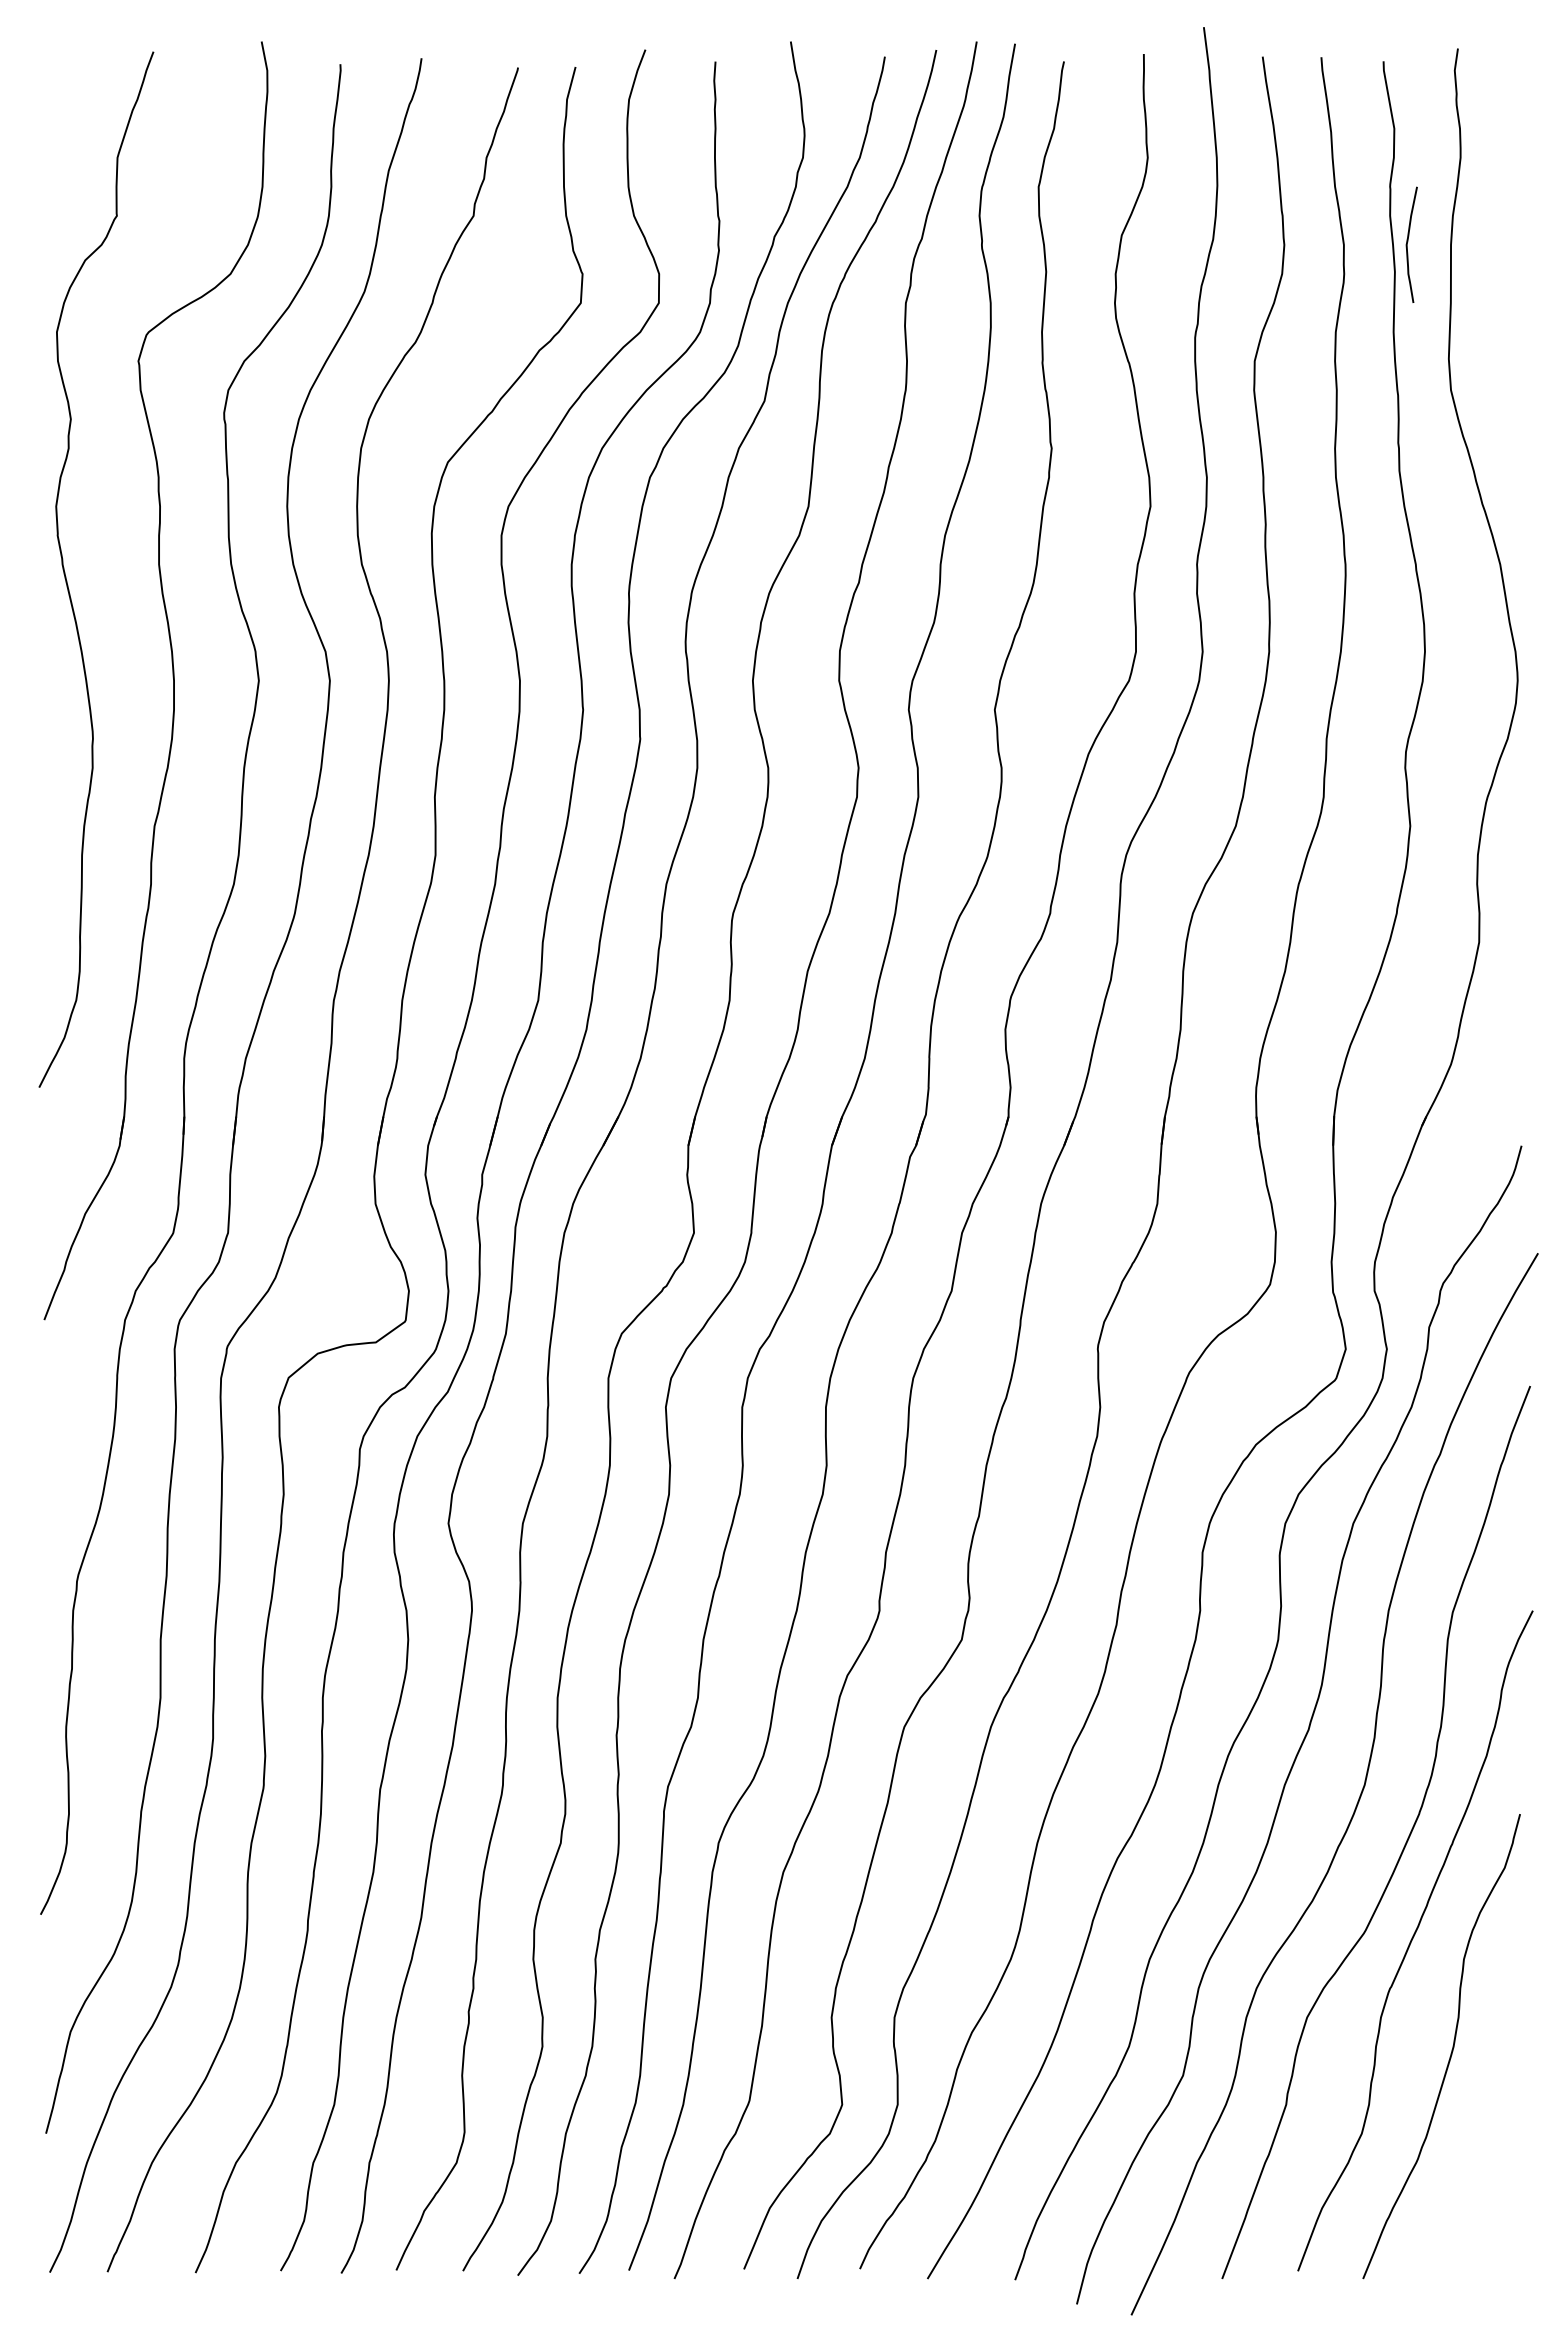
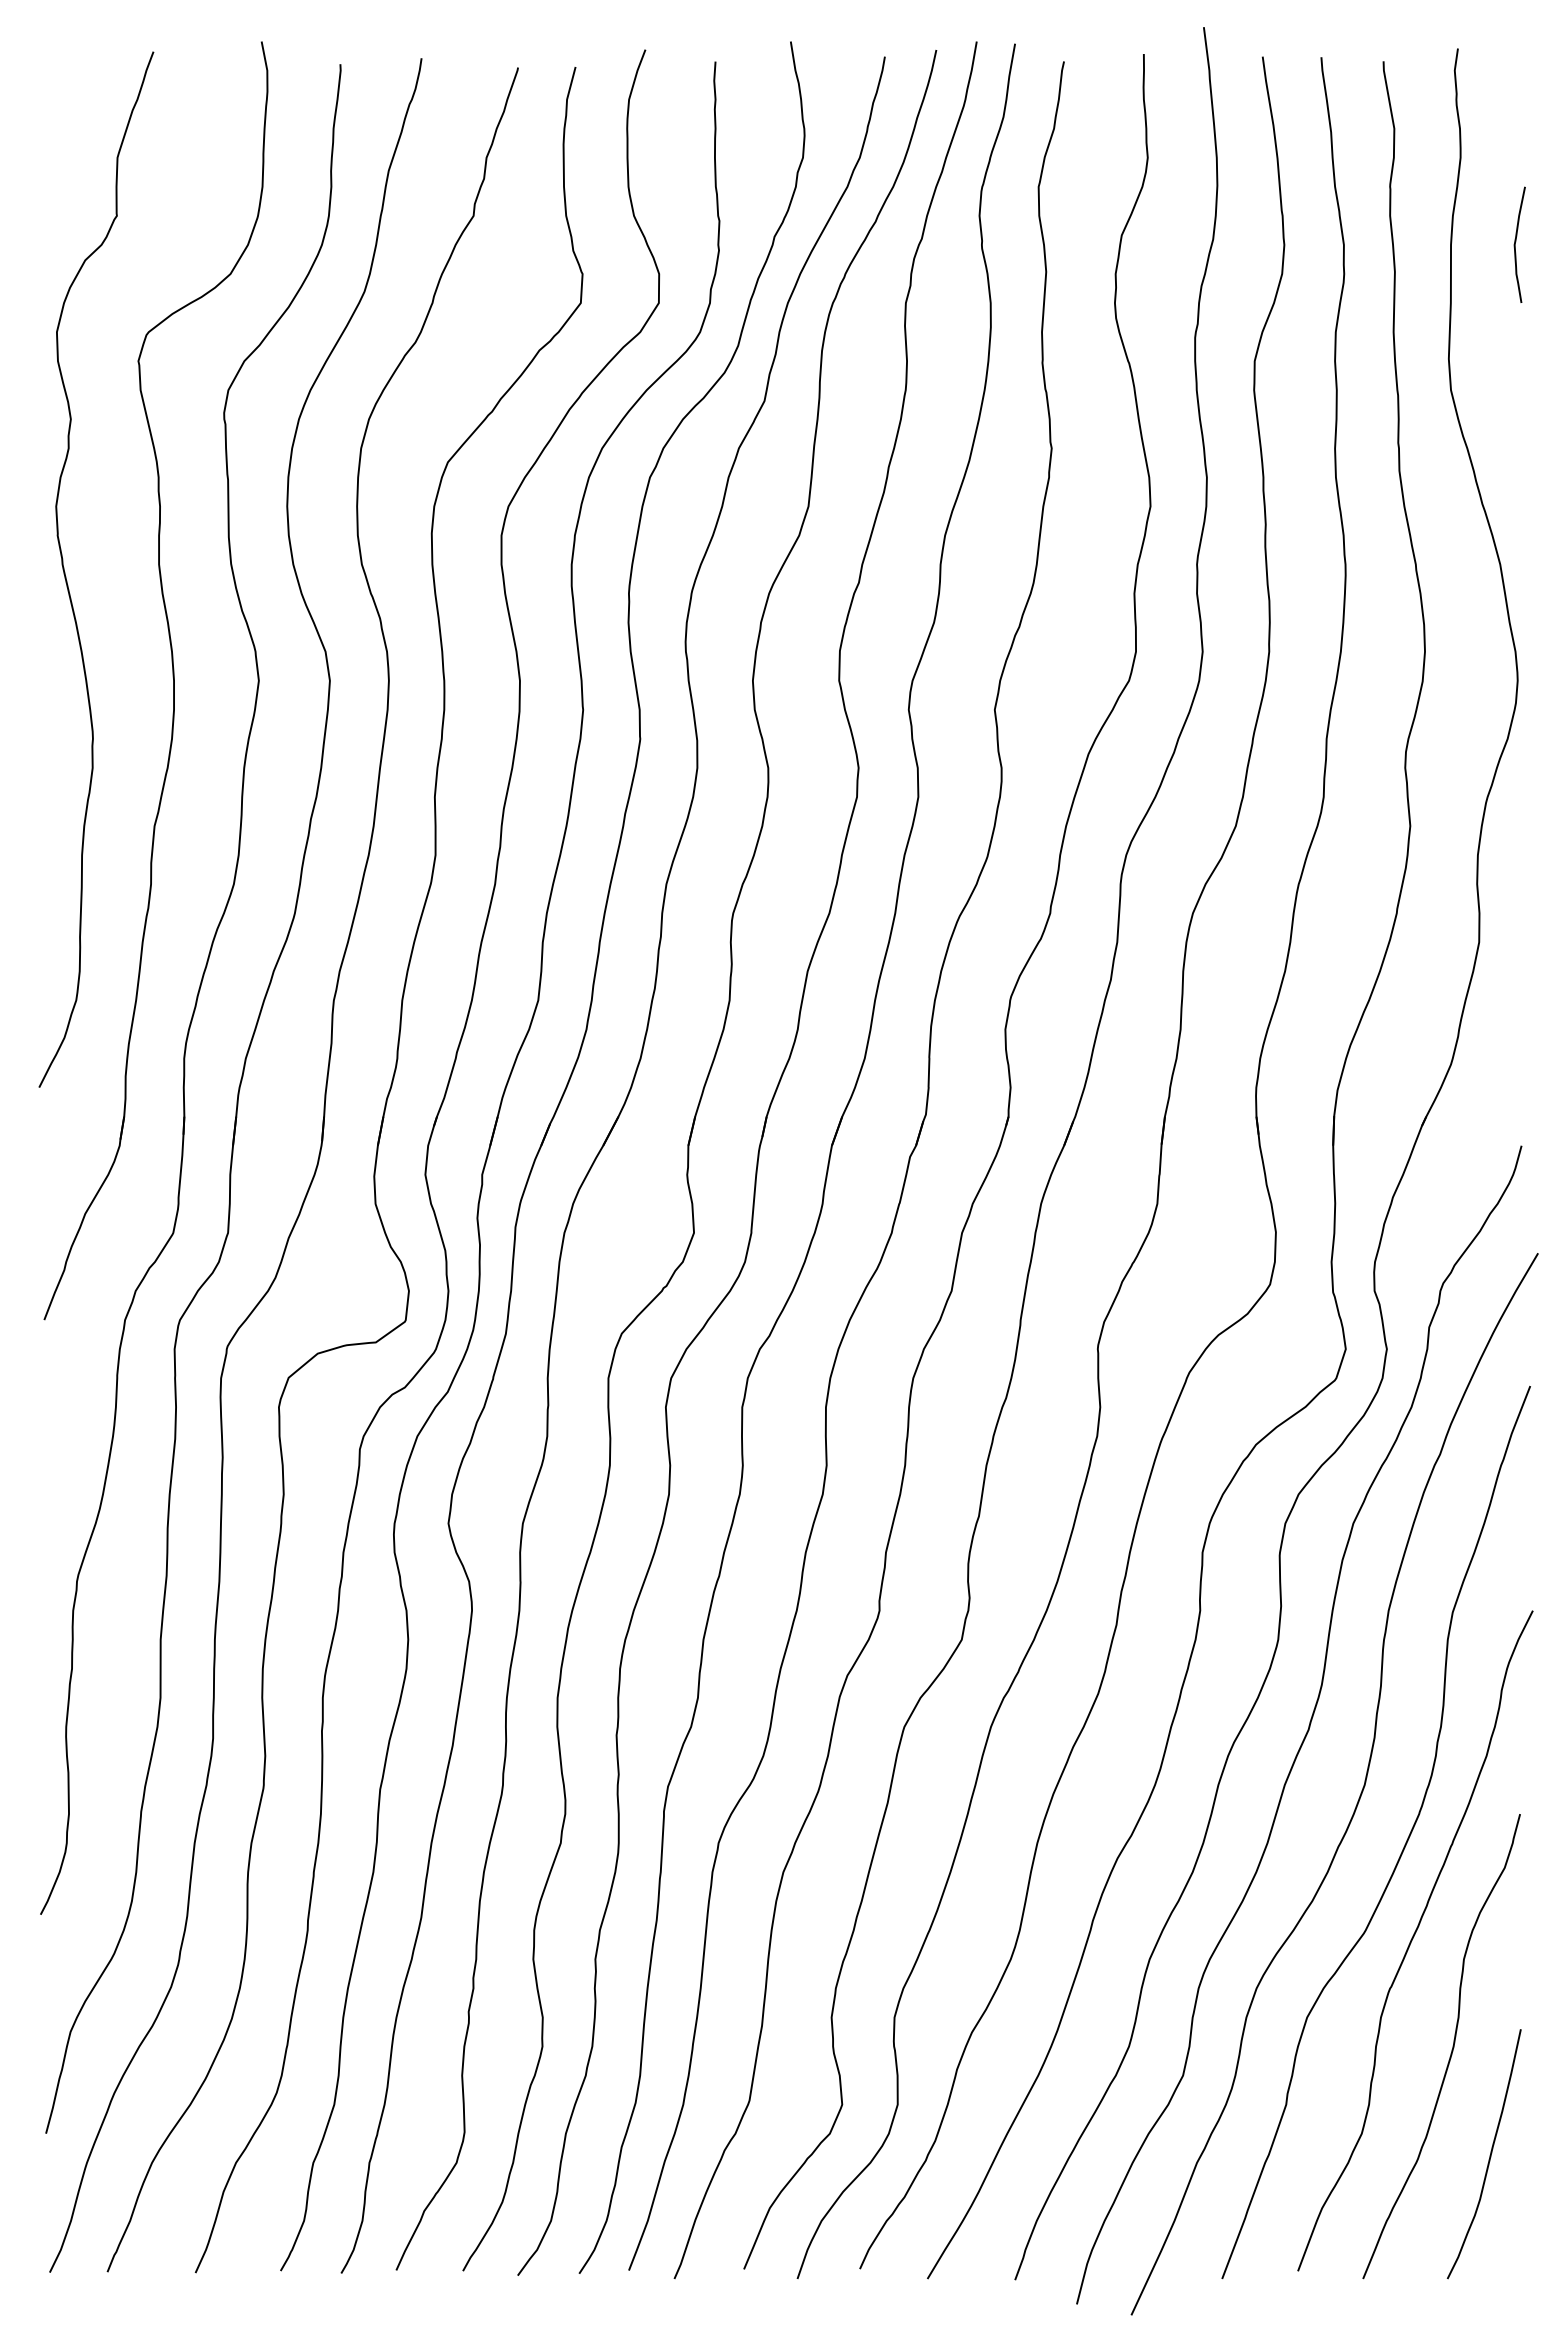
curve at (1407, 244) position: (1407, 244) -> (1515, 244)
curve at (1489, 2155): none -> present
